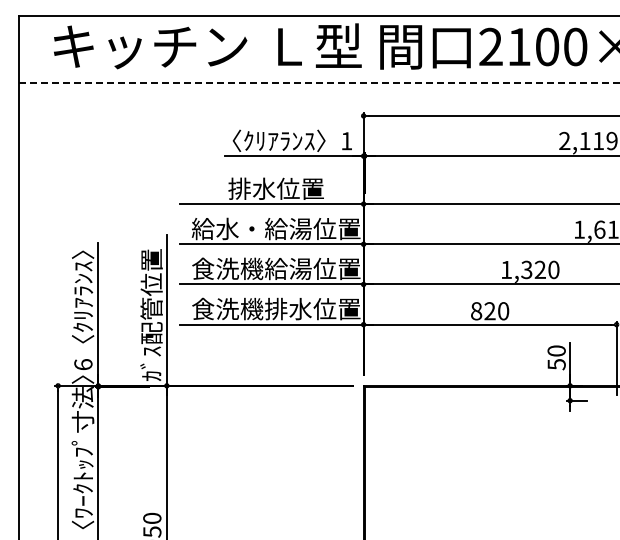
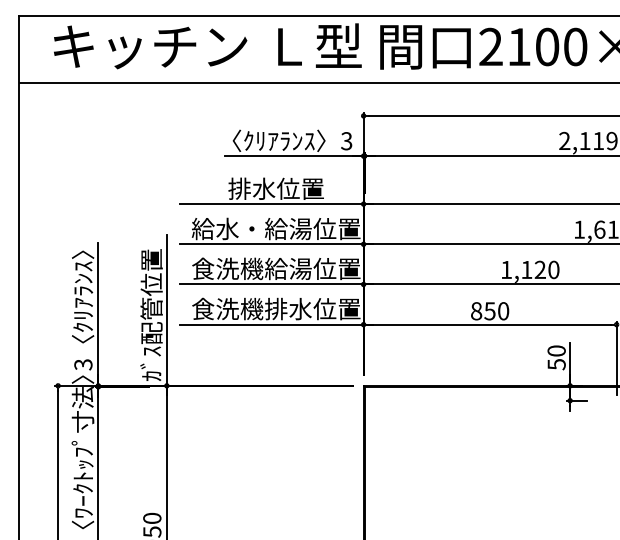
line at (319, 83): dashed -> solid
text at (346, 141): 1 -> 3
text at (526, 269): 1,320 -> 1,120
text at (489, 311): 820 -> 850
text at (83, 364): 6 -> 3
